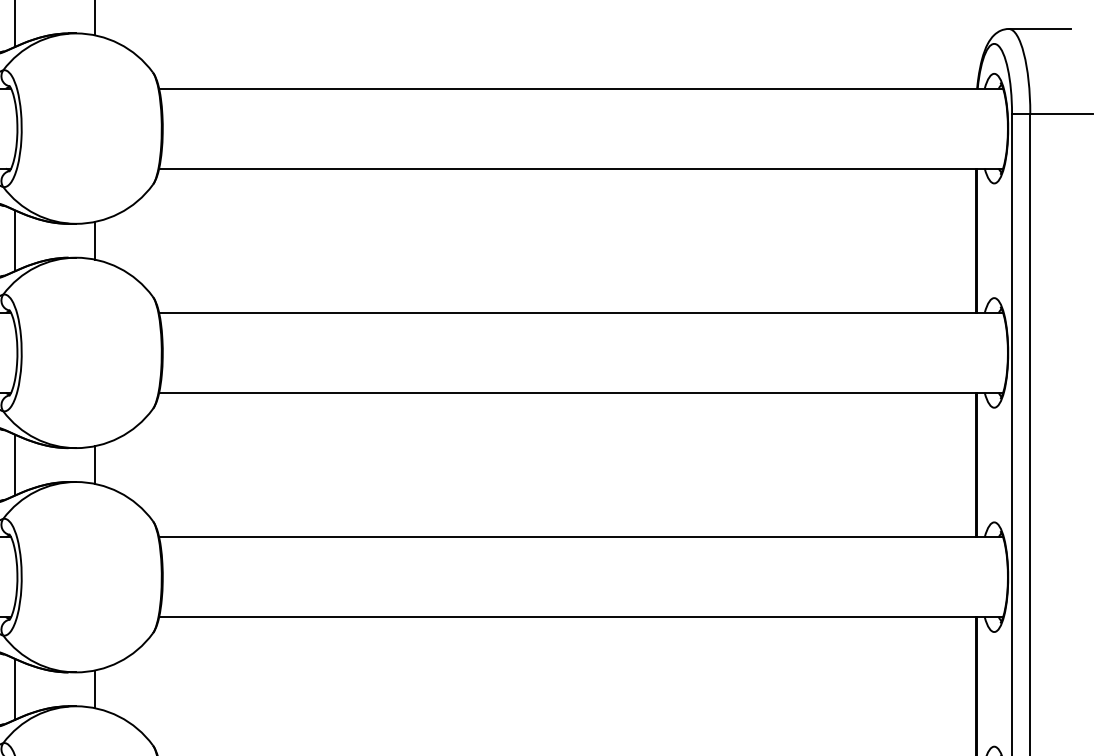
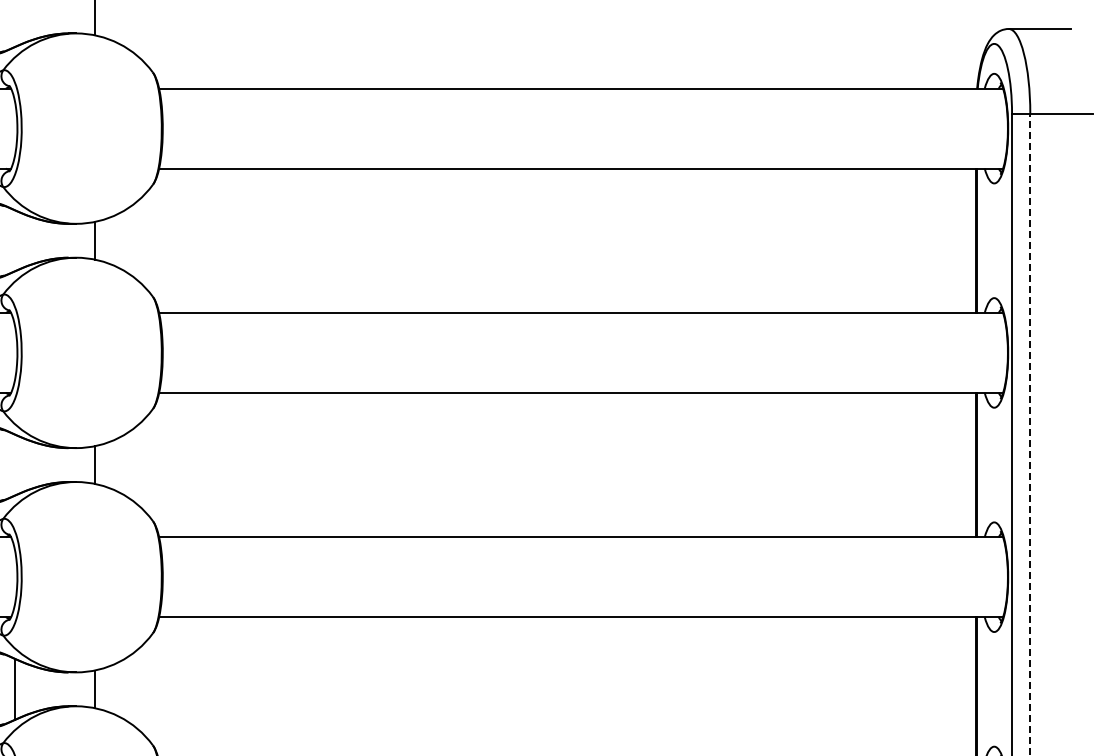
line at (15, 24): present -> none
line at (15, 240): present -> none
line at (1030, 434): solid -> dashed
line at (15, 464): present -> none
